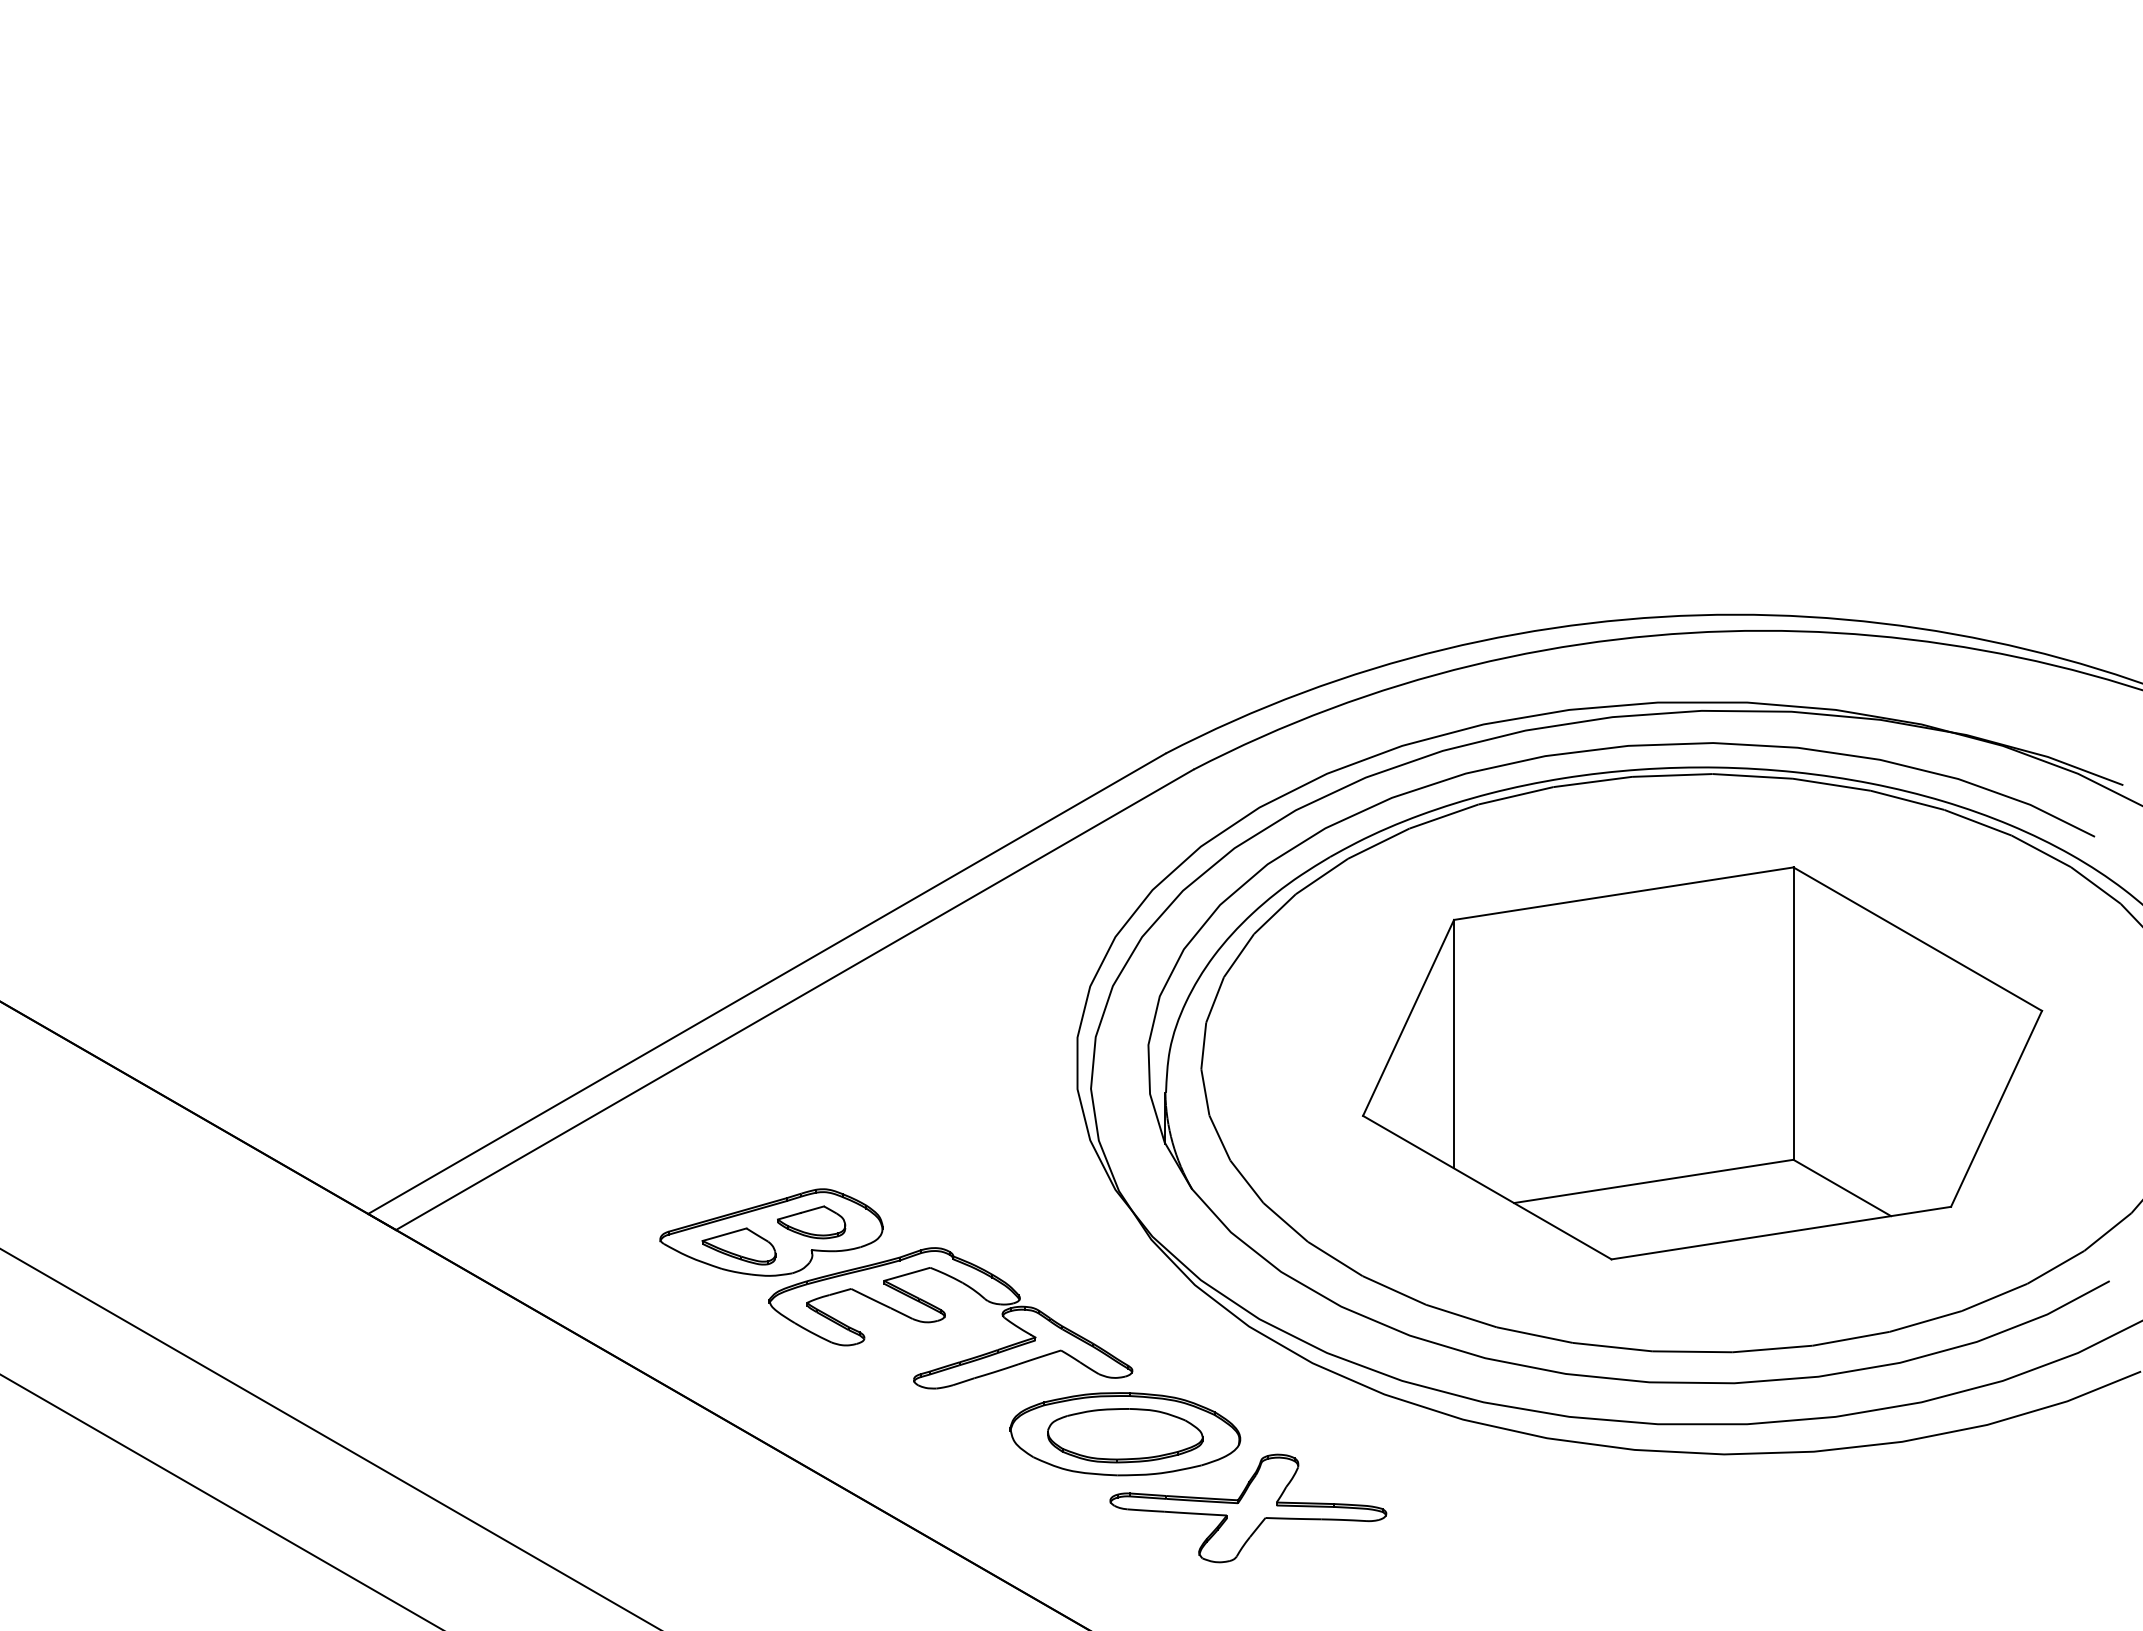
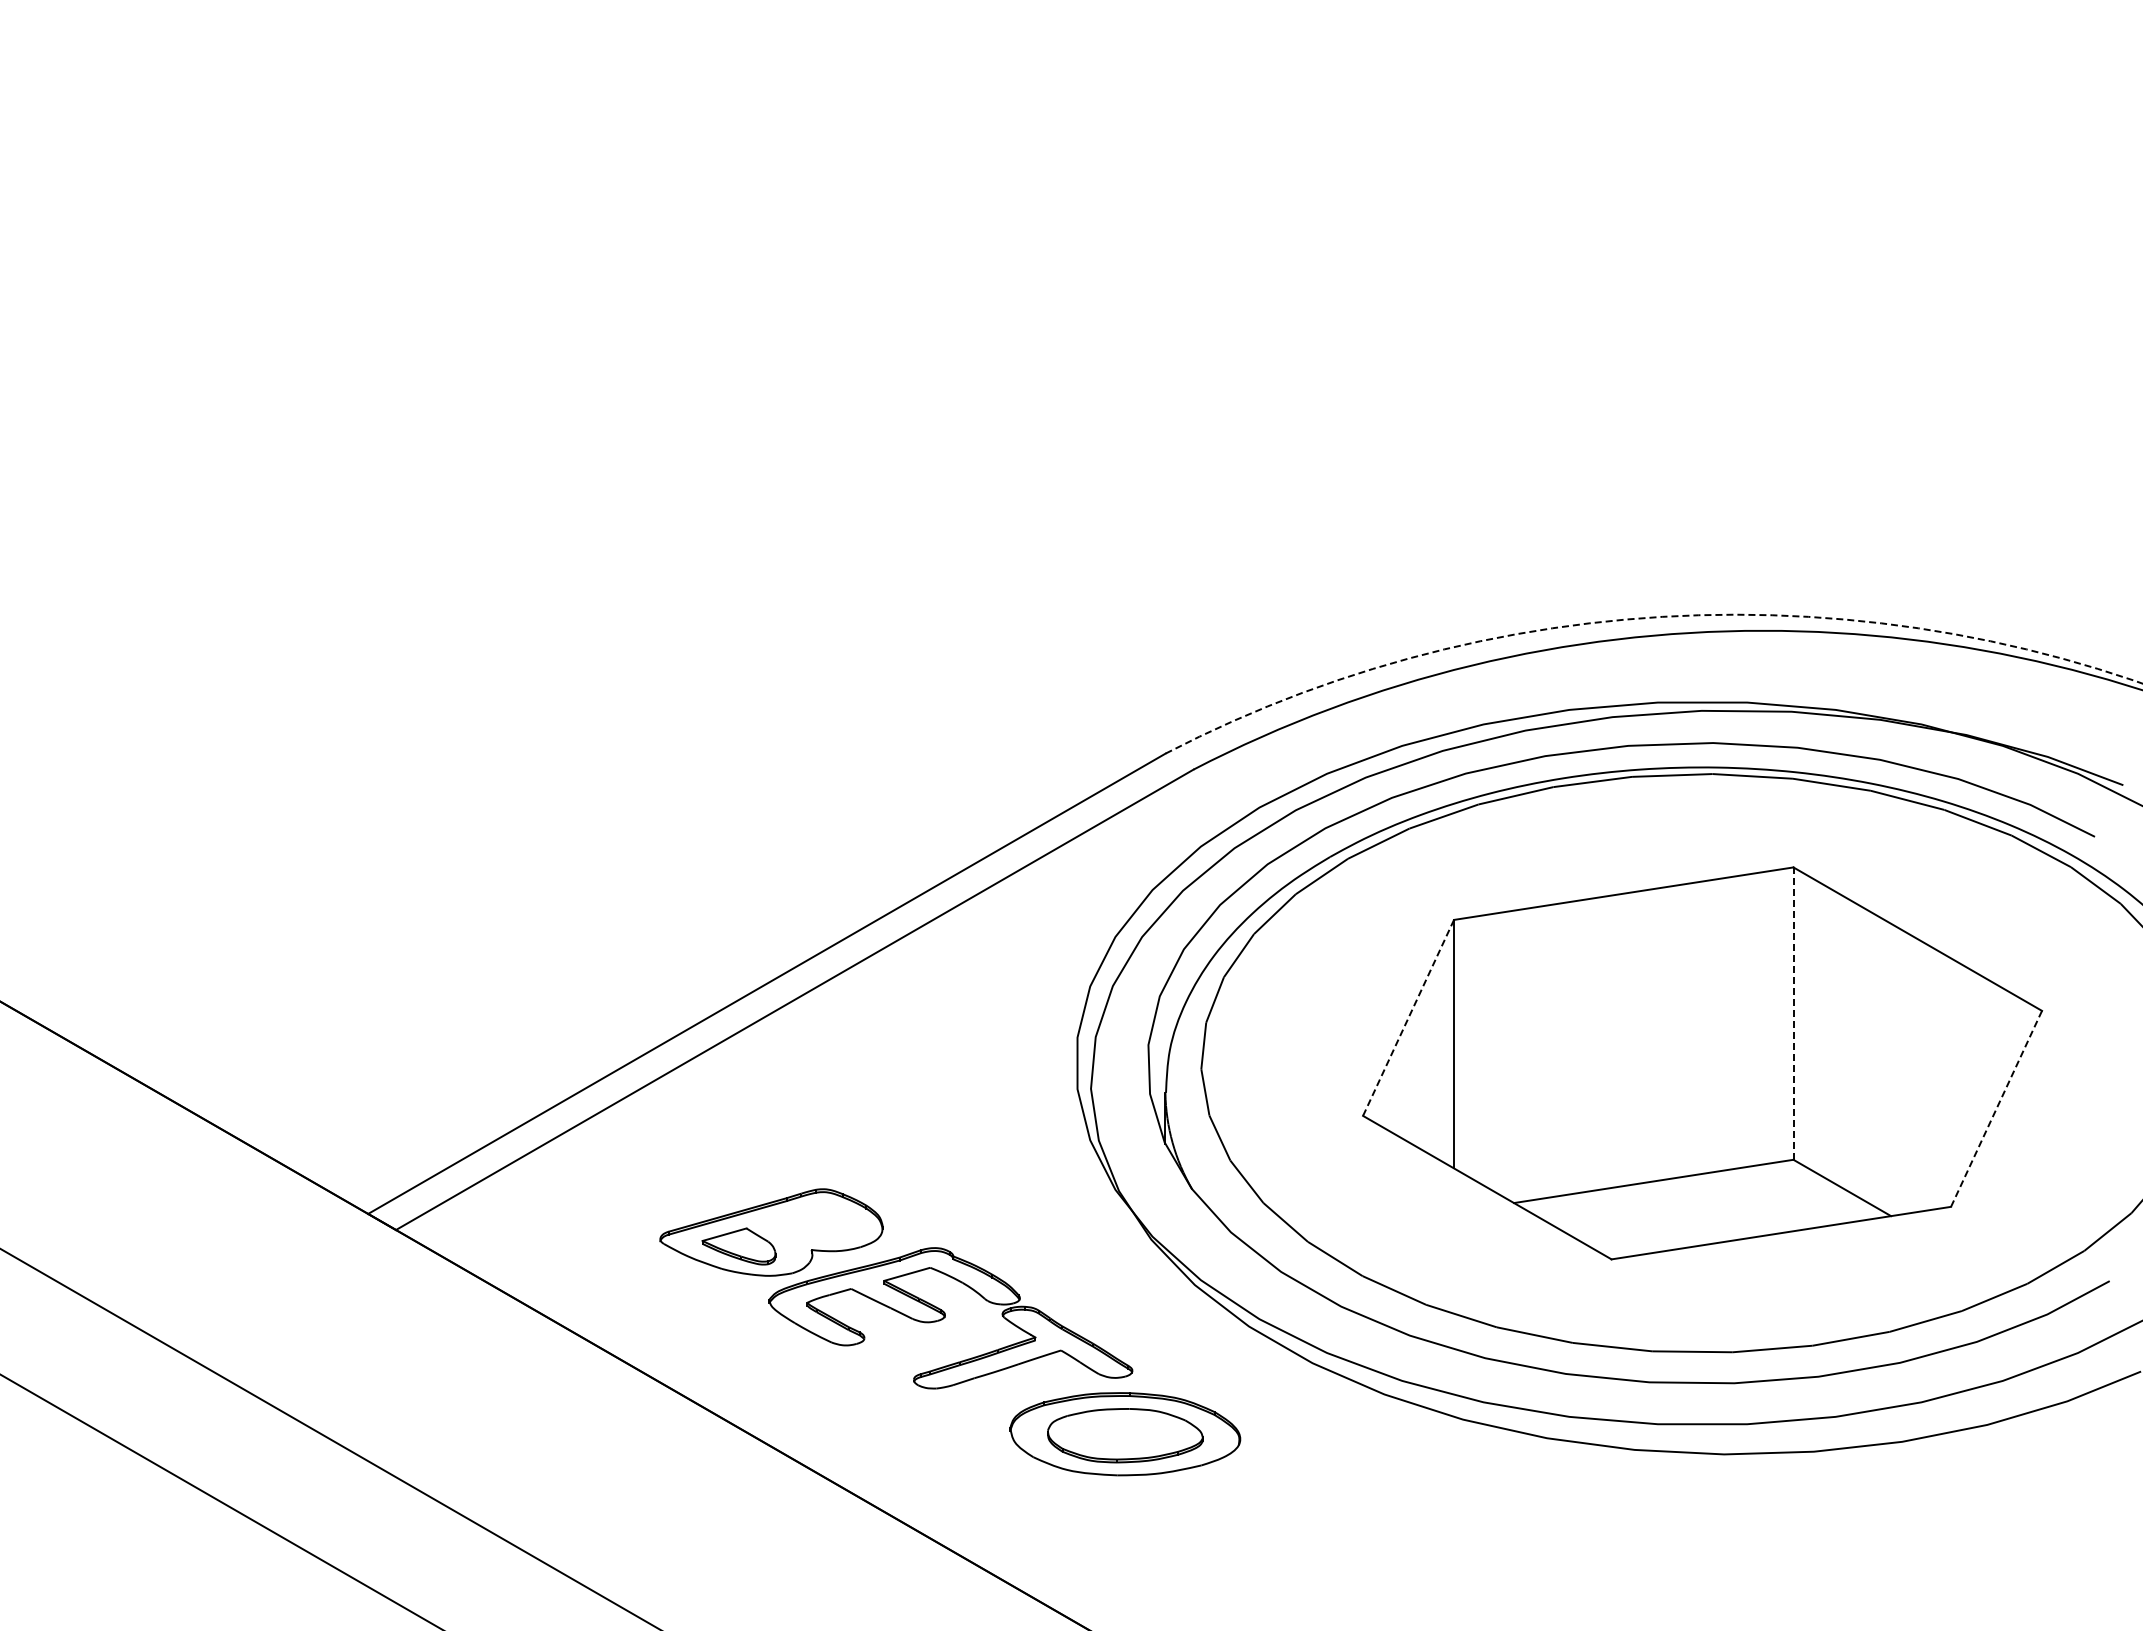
arc at (1646, 618): solid -> dashed
line at (1793, 1013): solid -> dashed
line at (1408, 1018): solid -> dashed
line at (1996, 1108): solid -> dashed
part at (811, 1222): present -> none
part at (1248, 1508): present -> none
